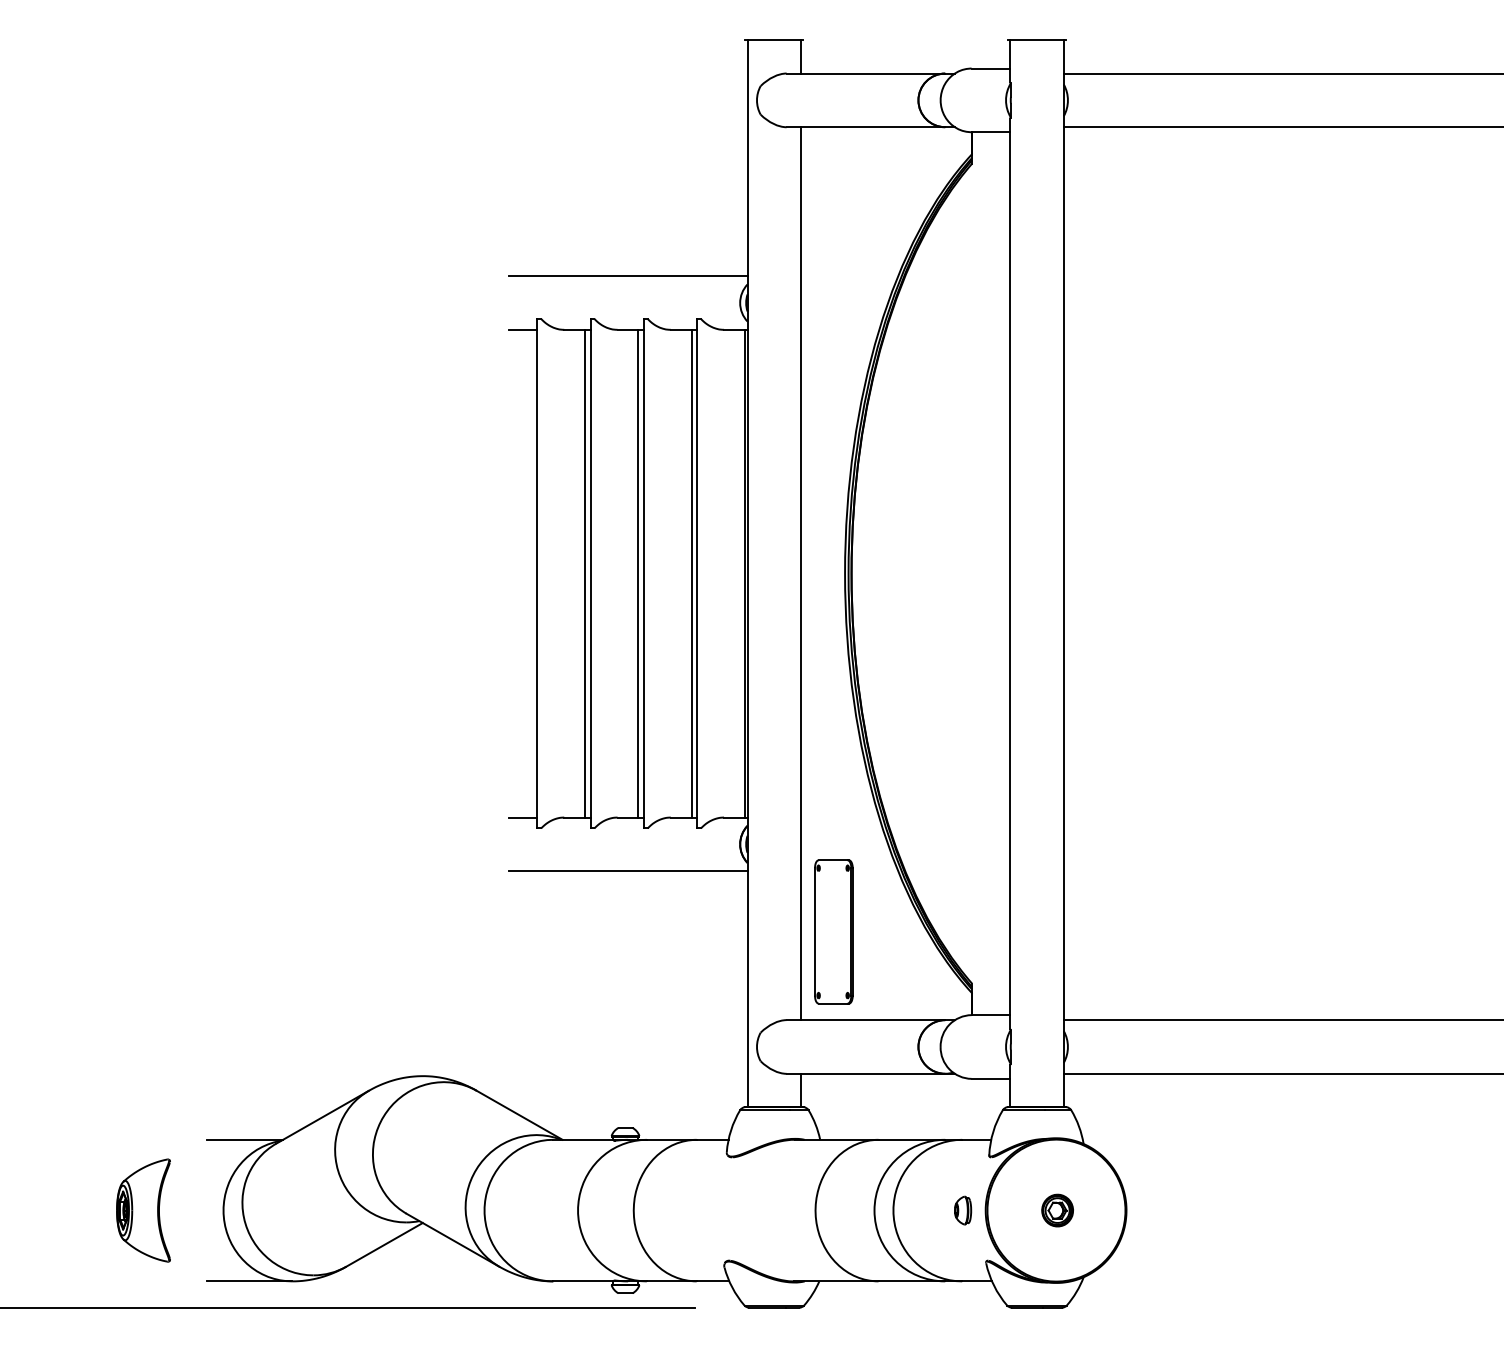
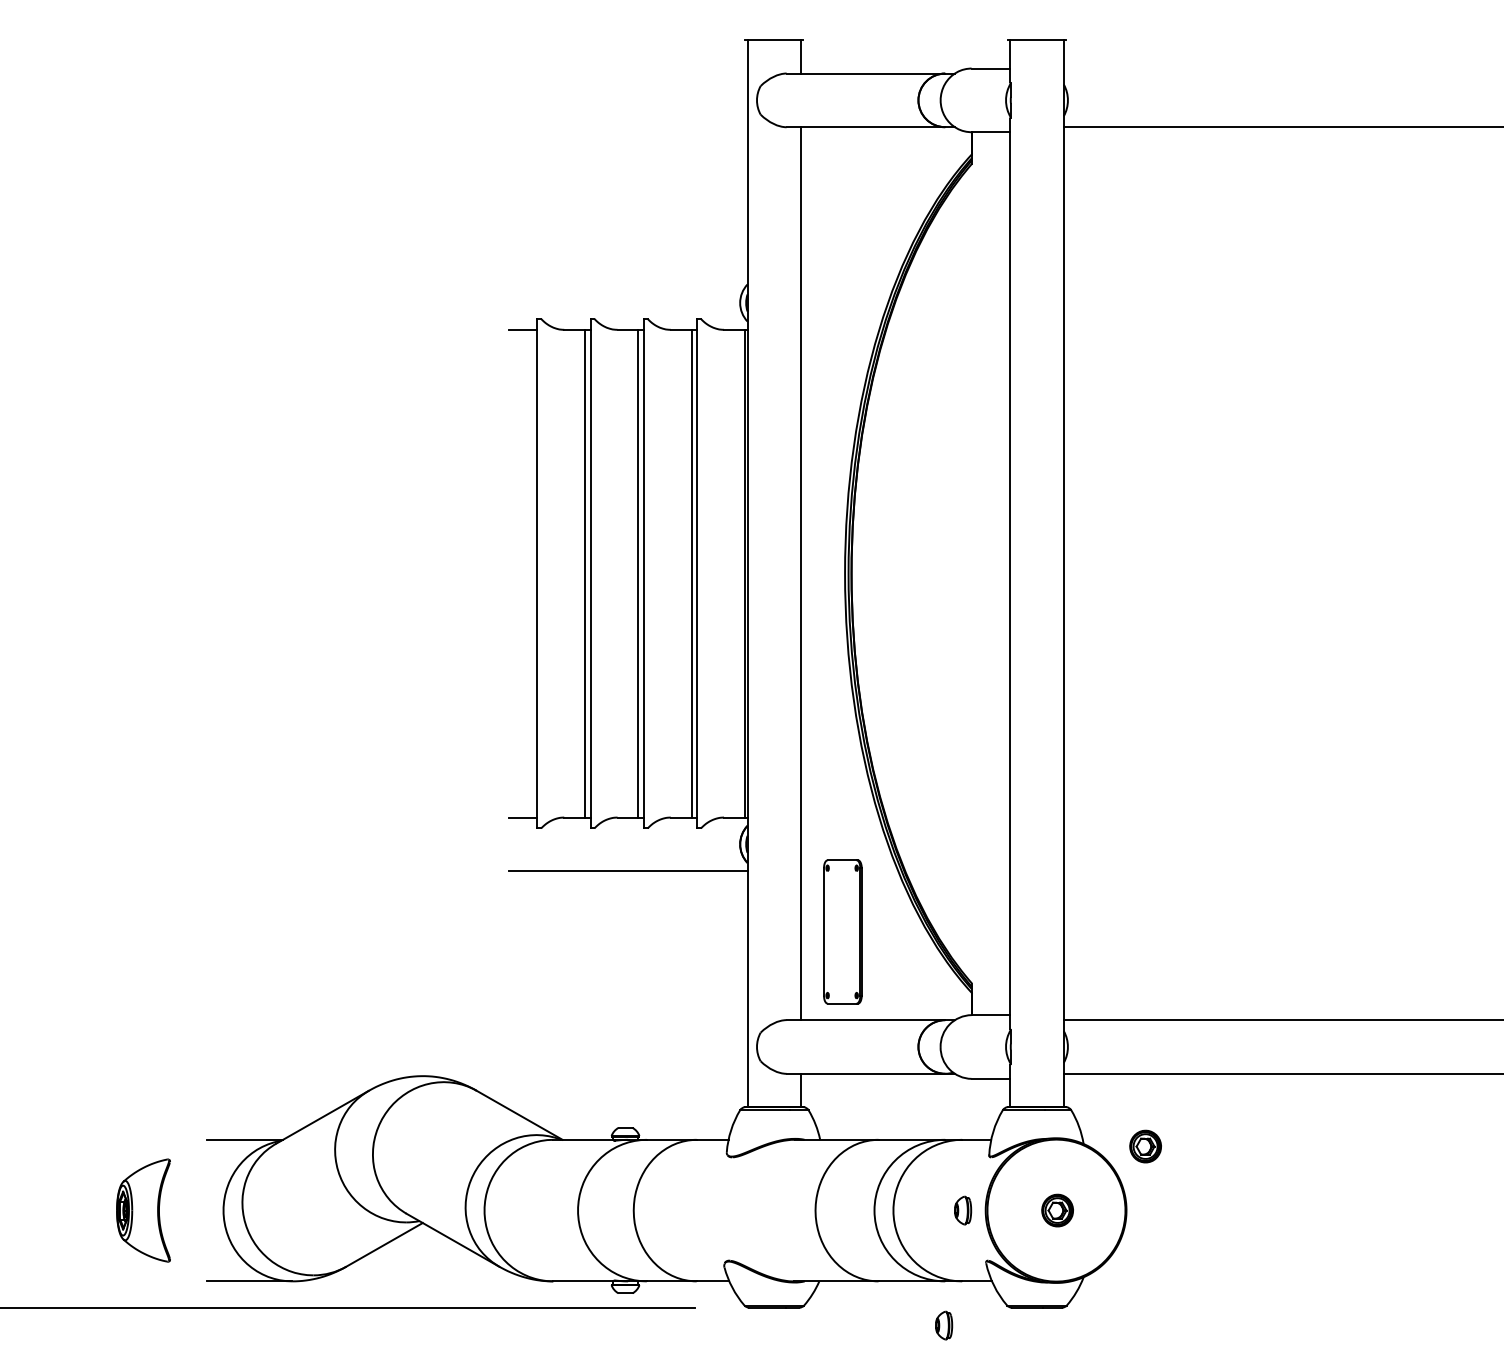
line at (1281, 73): present -> none
line at (628, 276): present -> none
part at (833, 931) position: (833, 931) -> (842, 931)
part at (1145, 1146): none -> present
part at (944, 1325): none -> present
